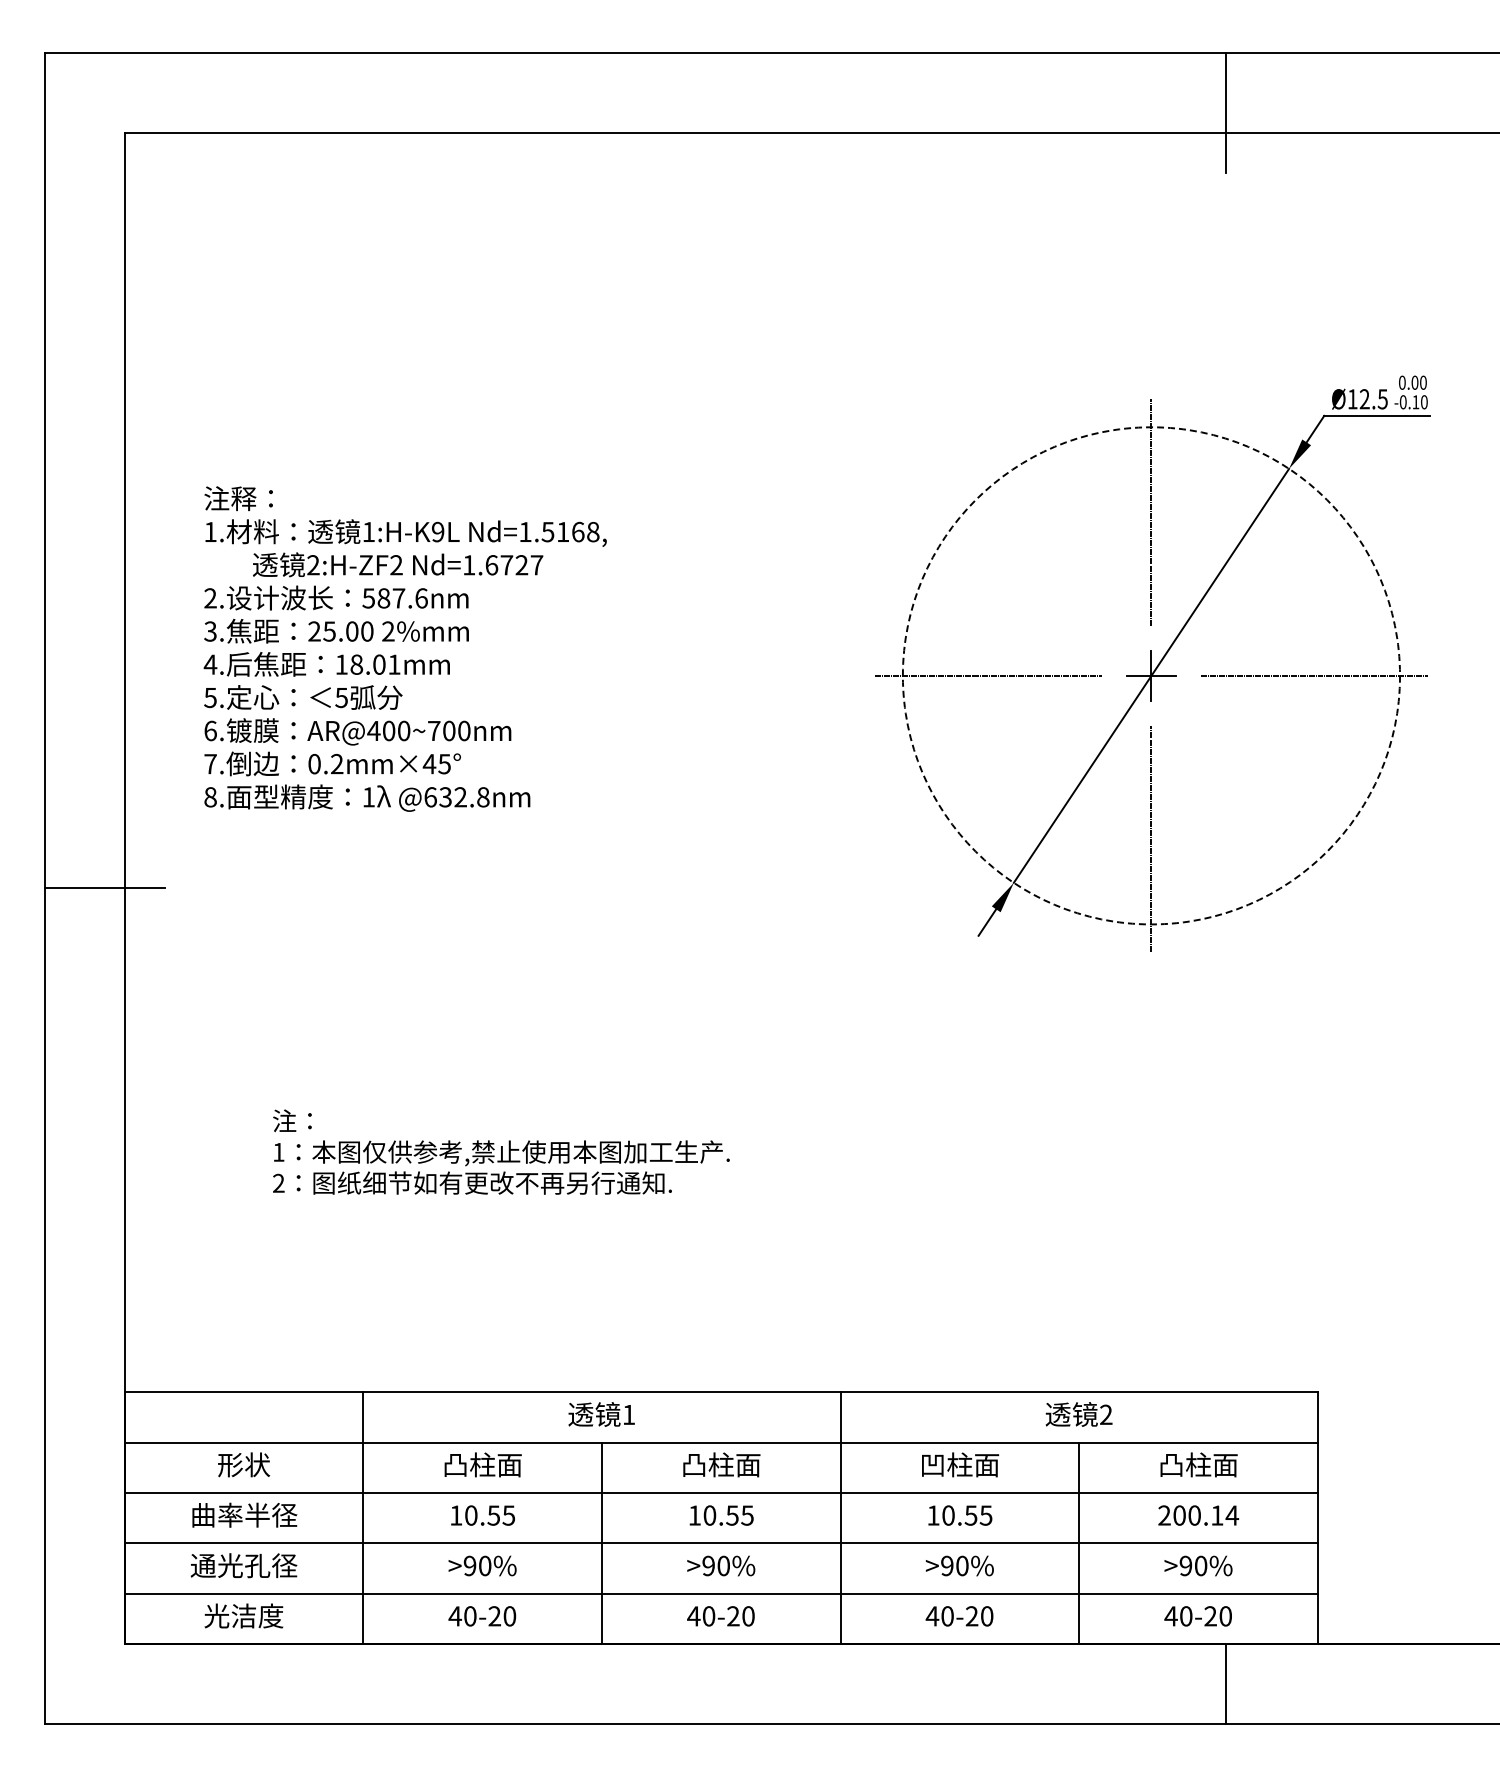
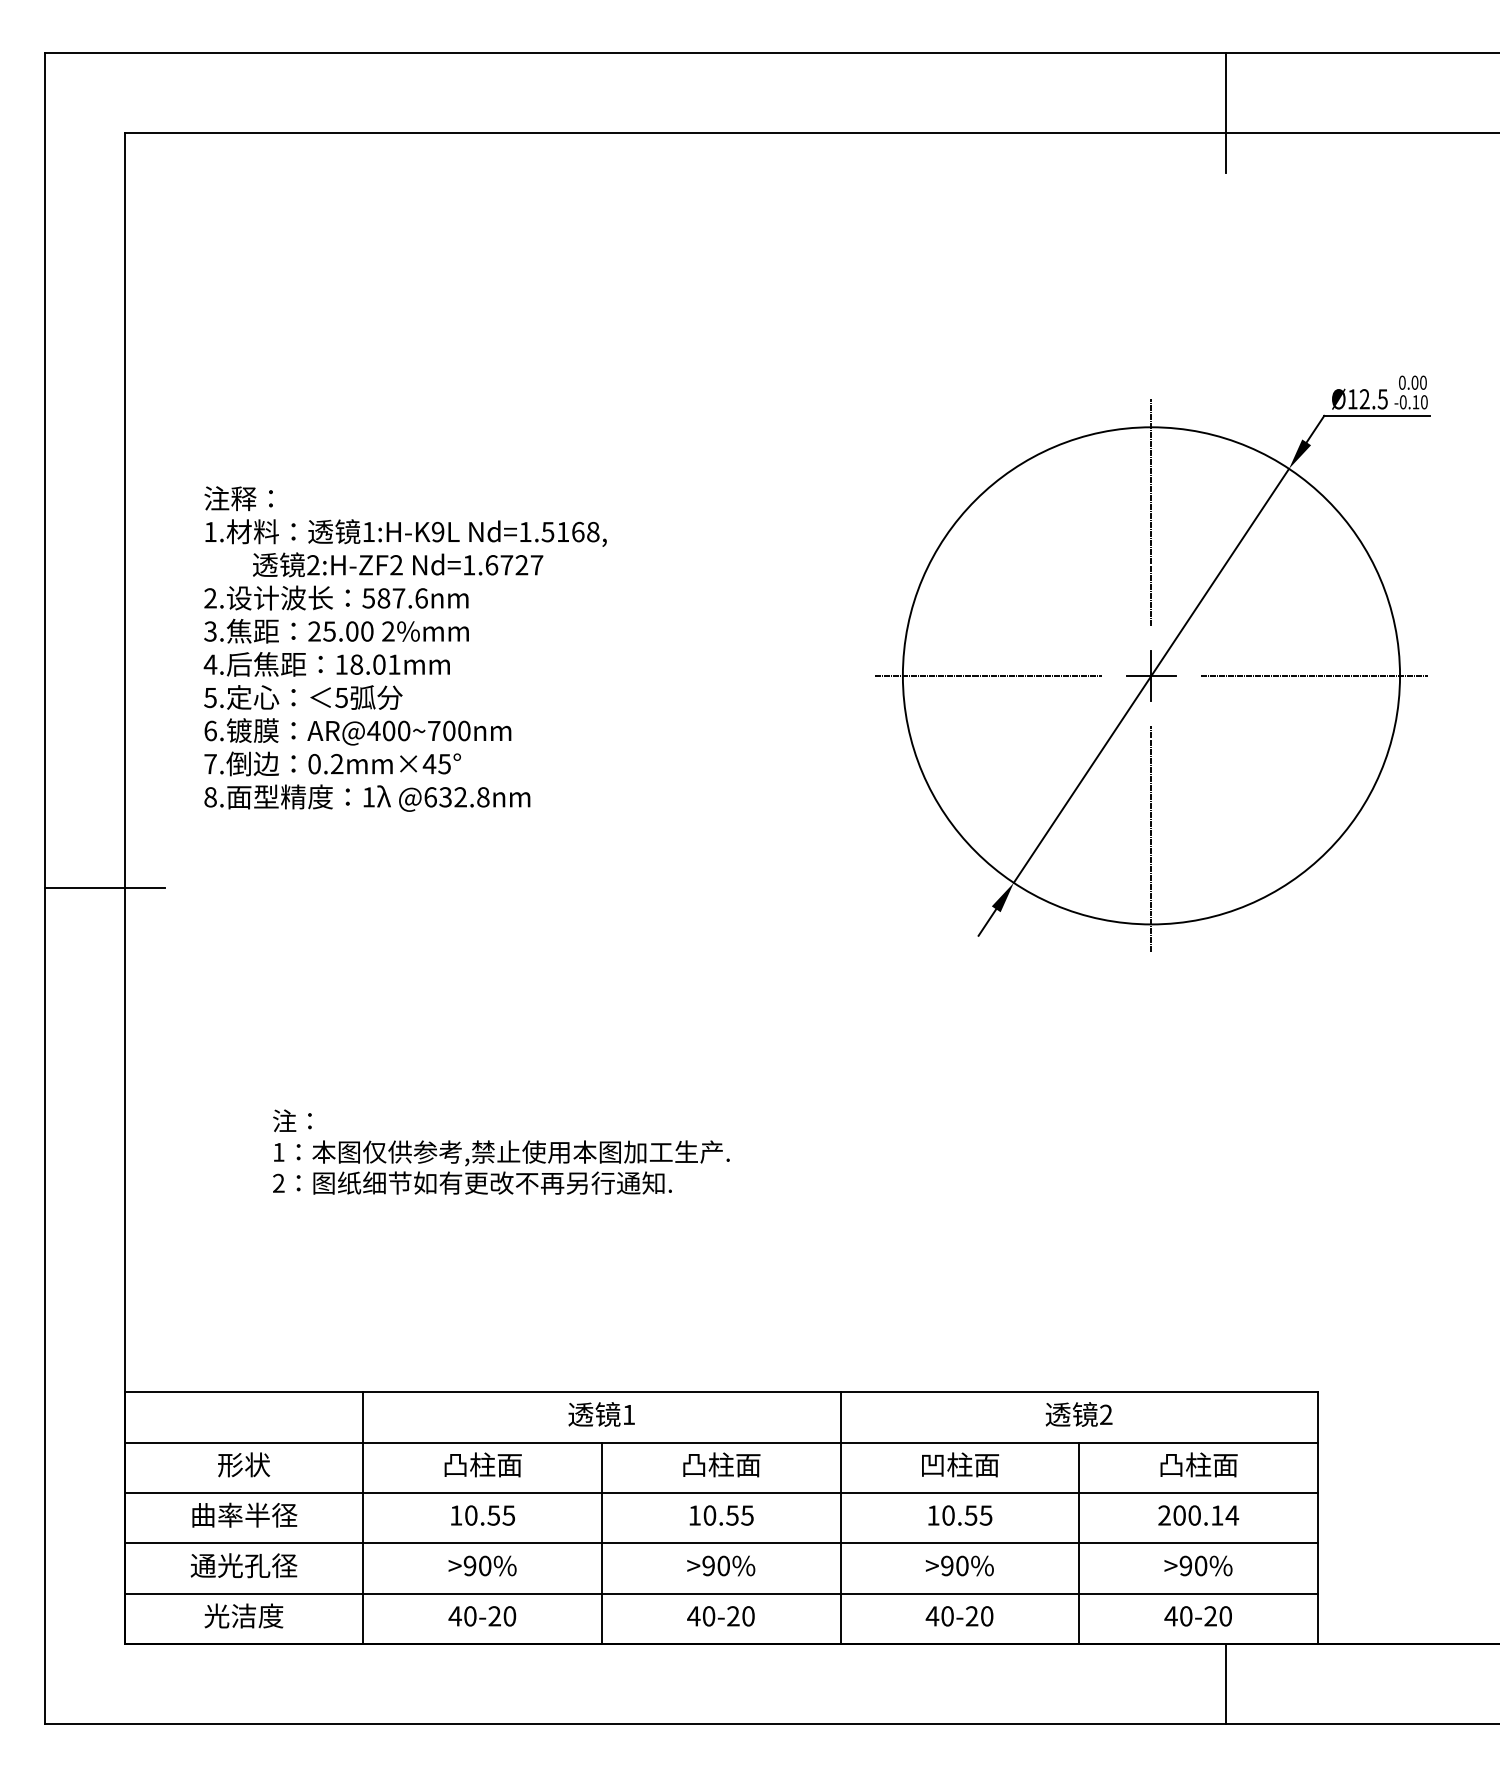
circle at (1151, 675): dashed -> solid
